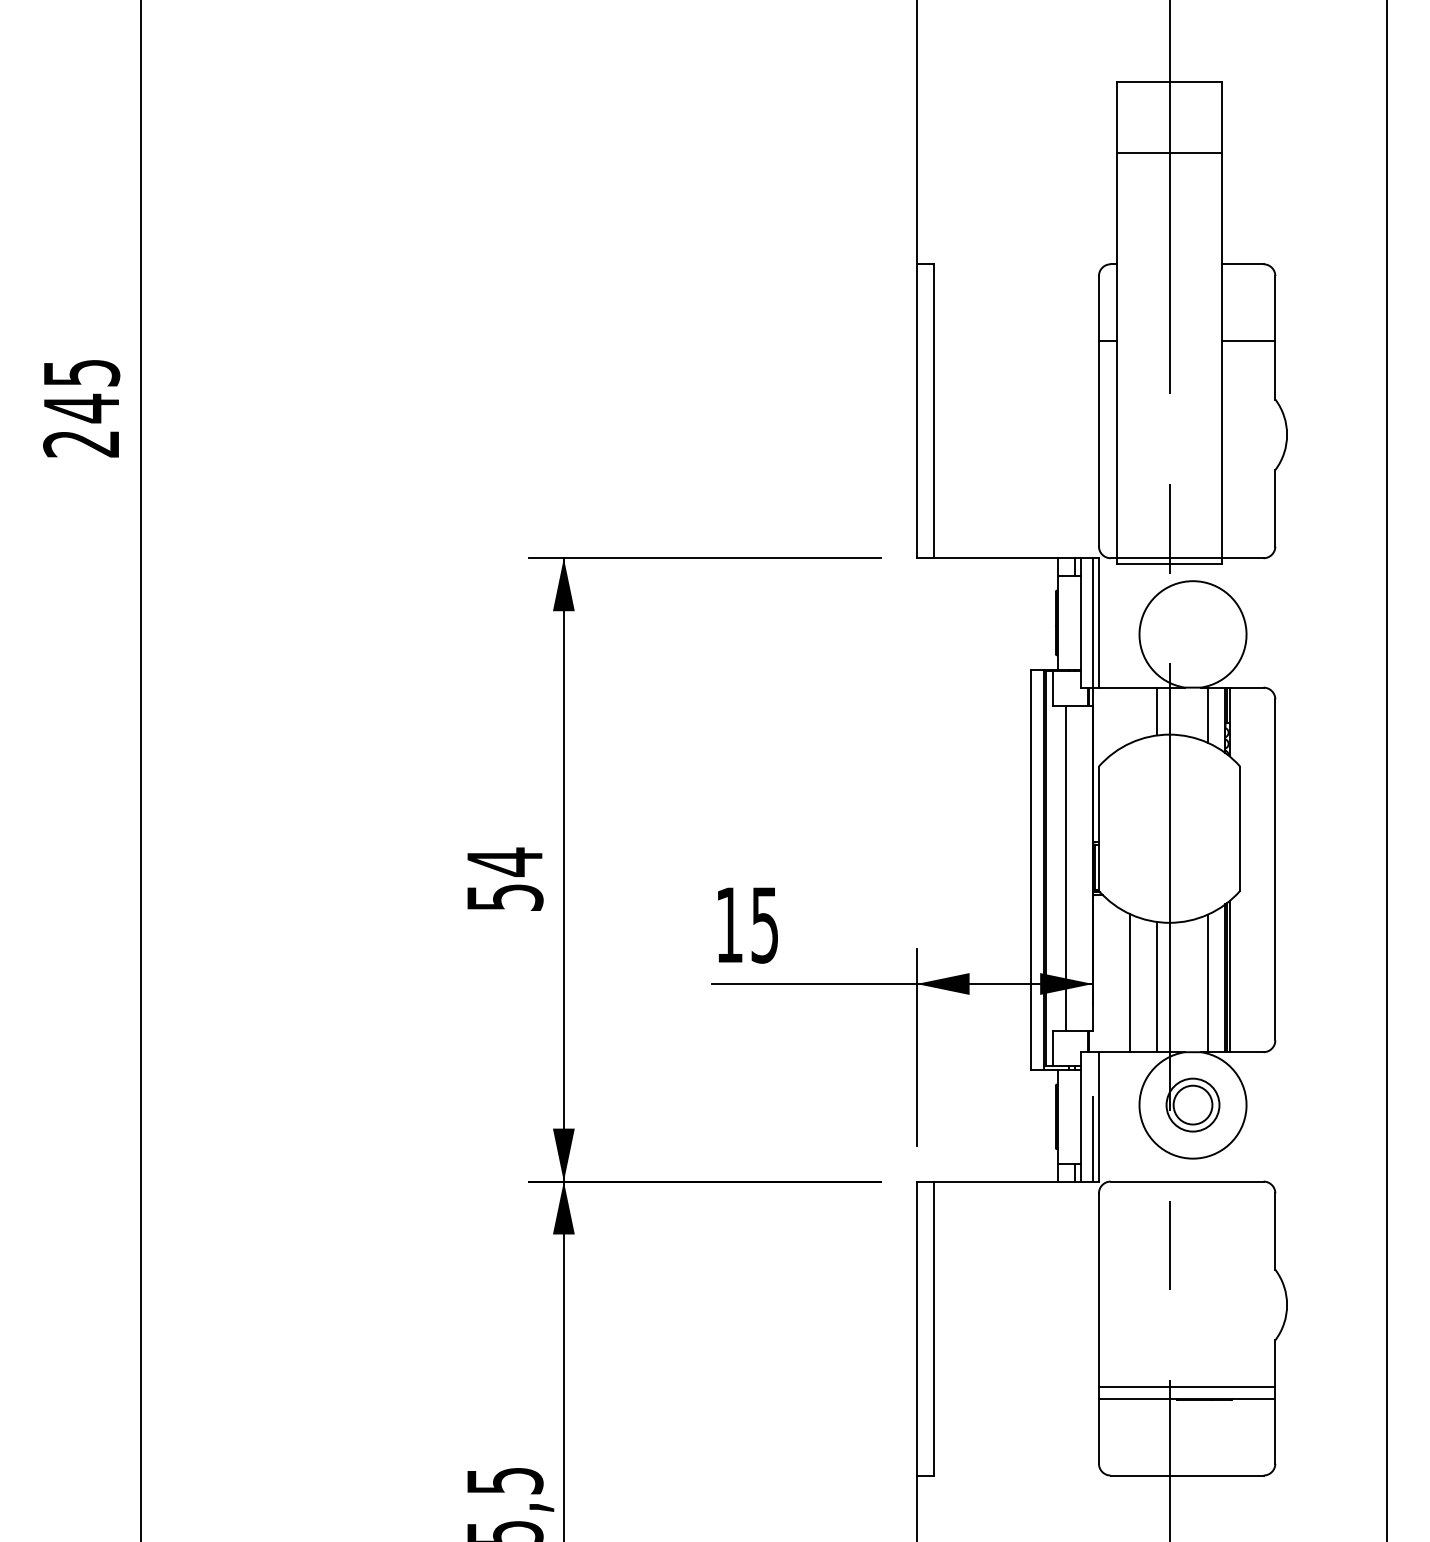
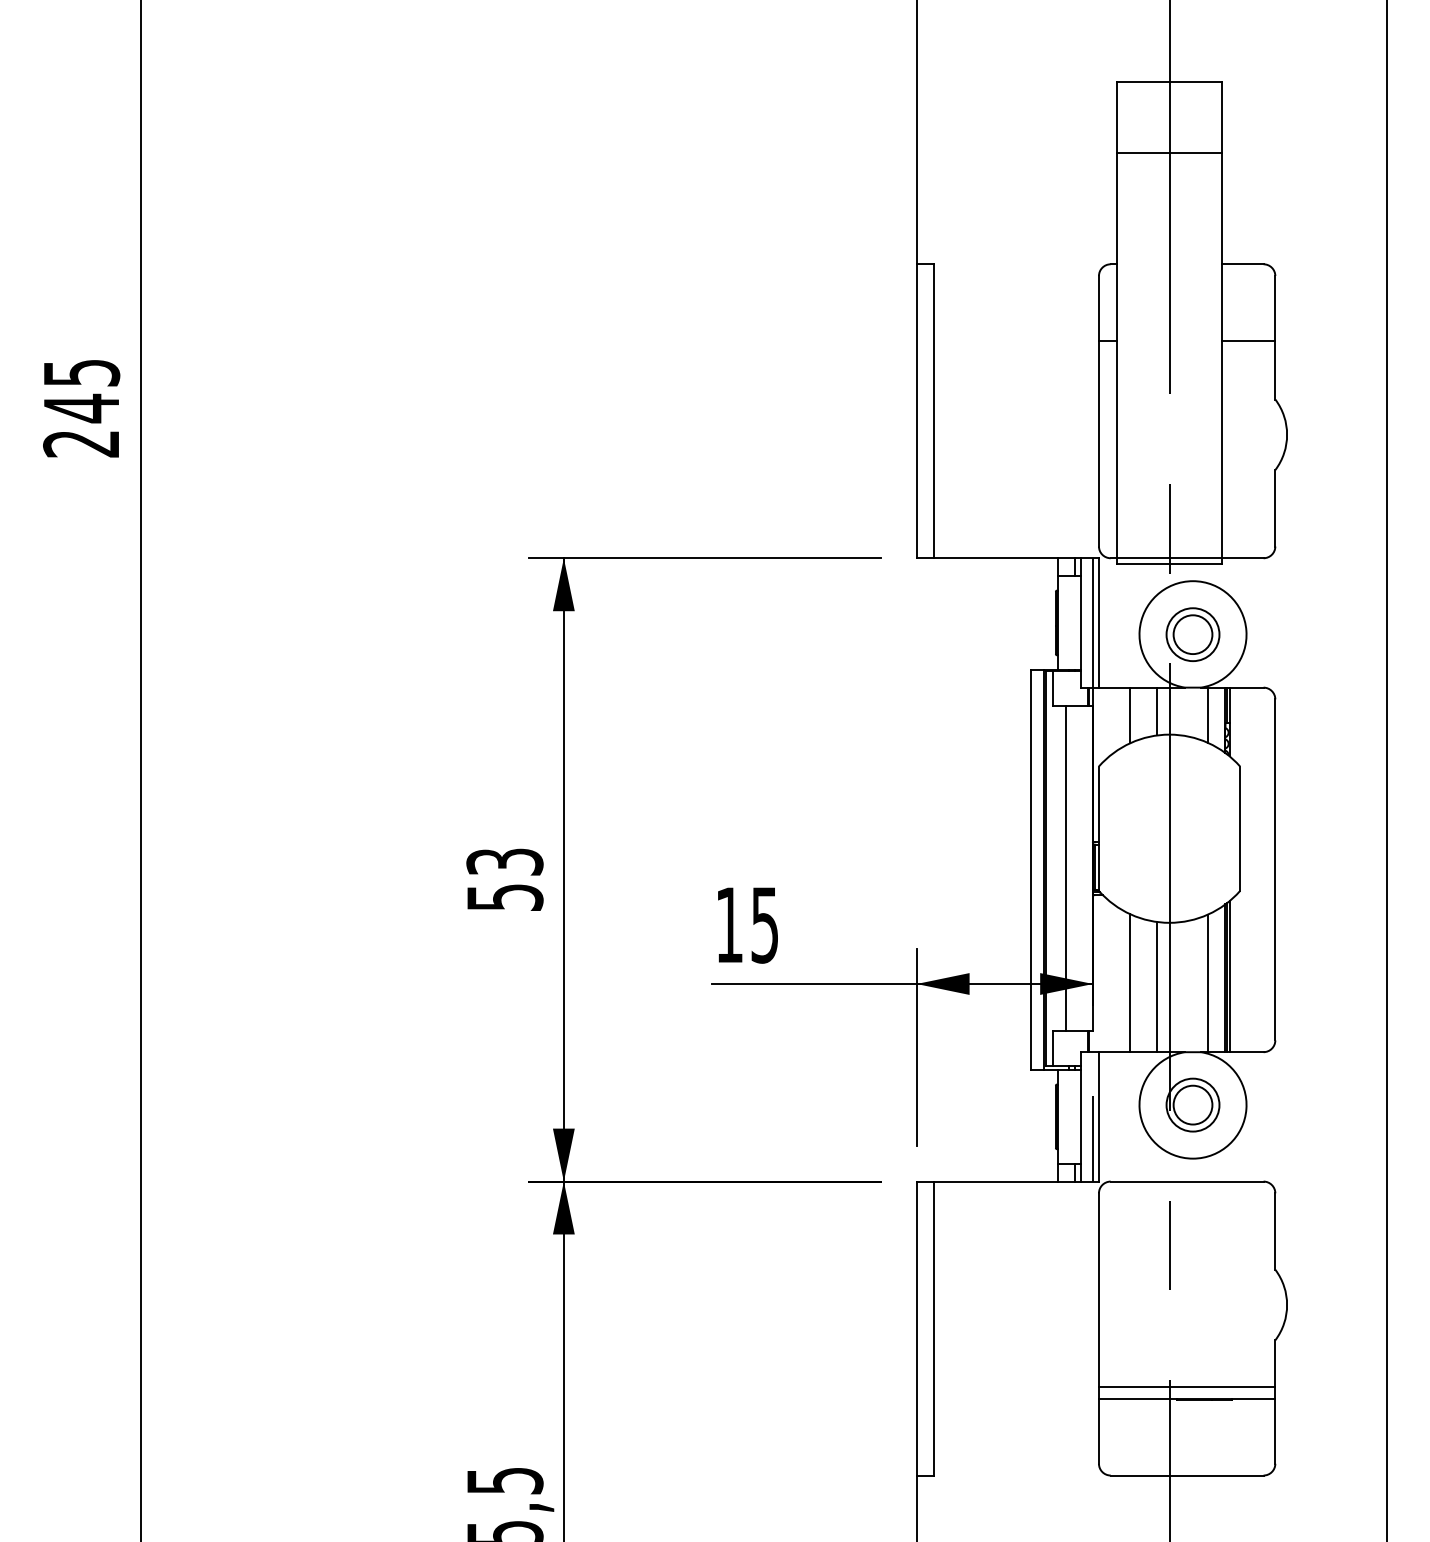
part at (1192, 634): none -> present
line at (1129, 715): none -> present
text at (504, 862): 54 -> 53
